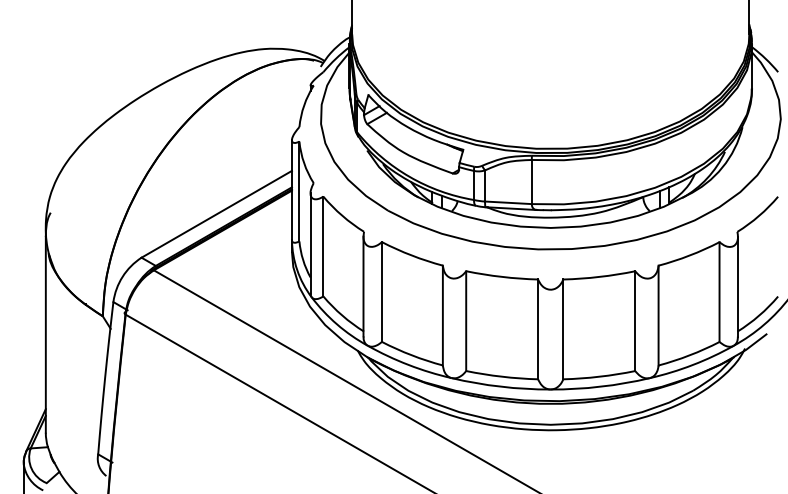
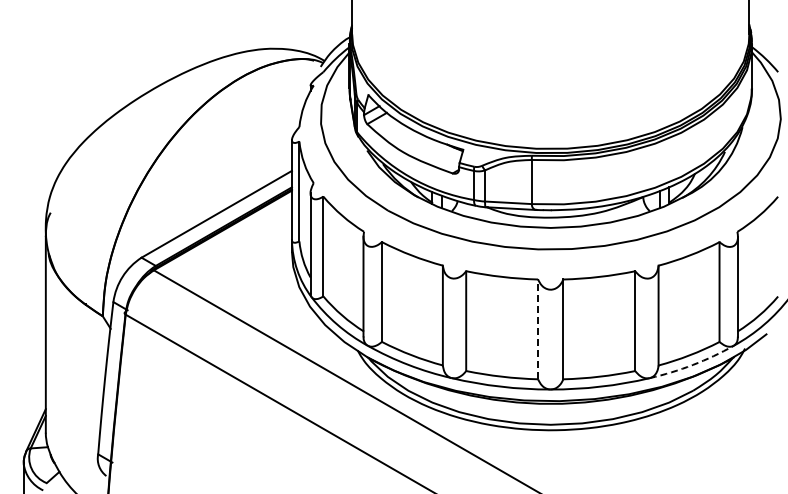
line at (538, 329): solid -> dashed
arc at (692, 364): solid -> dashed
